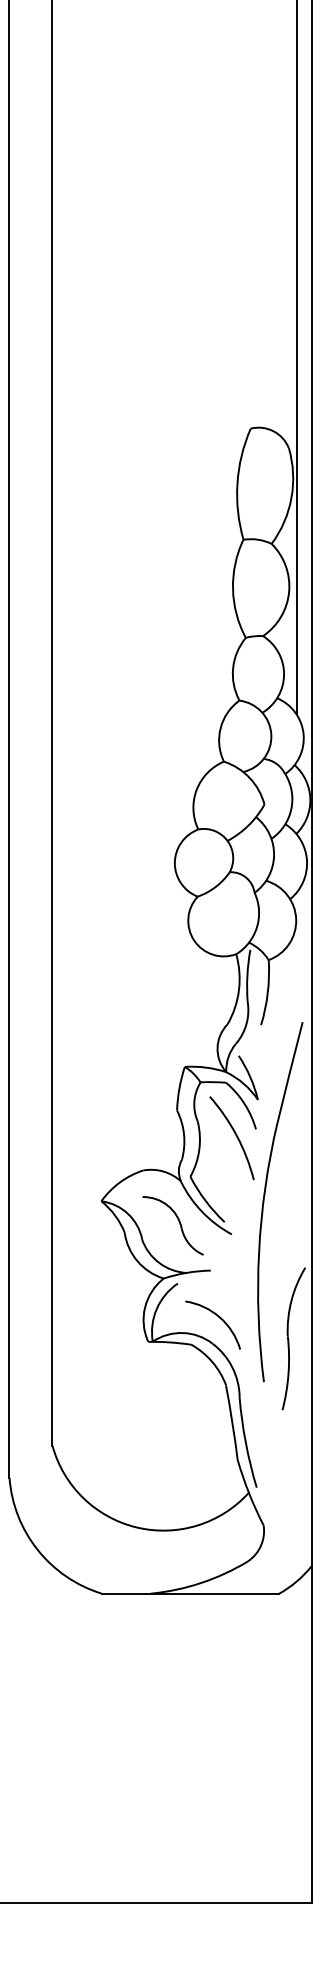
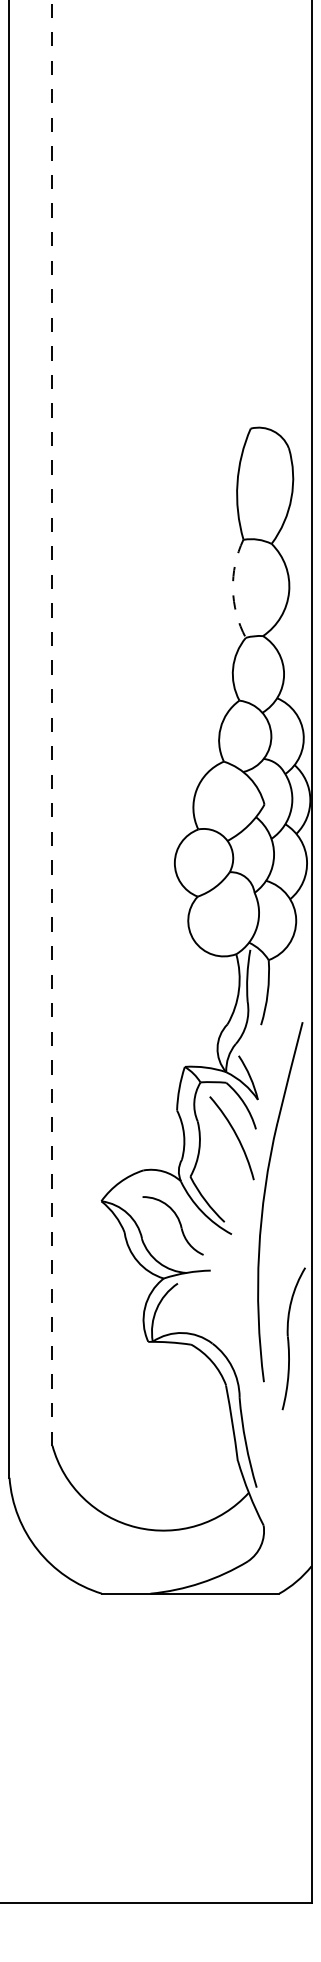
line at (296, 358): present -> none
arc at (232, 589): solid -> dashed
line at (52, 722): solid -> dashed
arc at (218, 1317): present -> none
